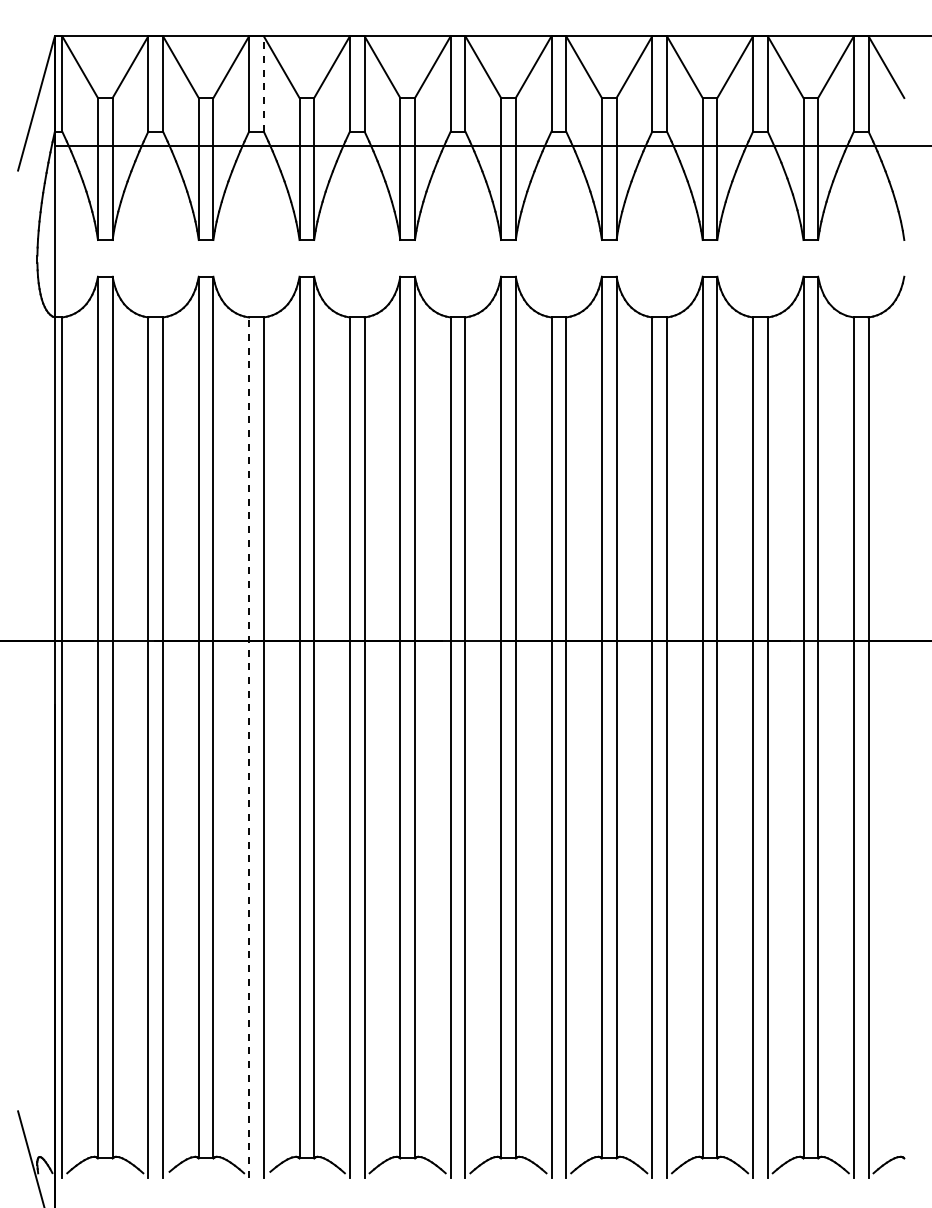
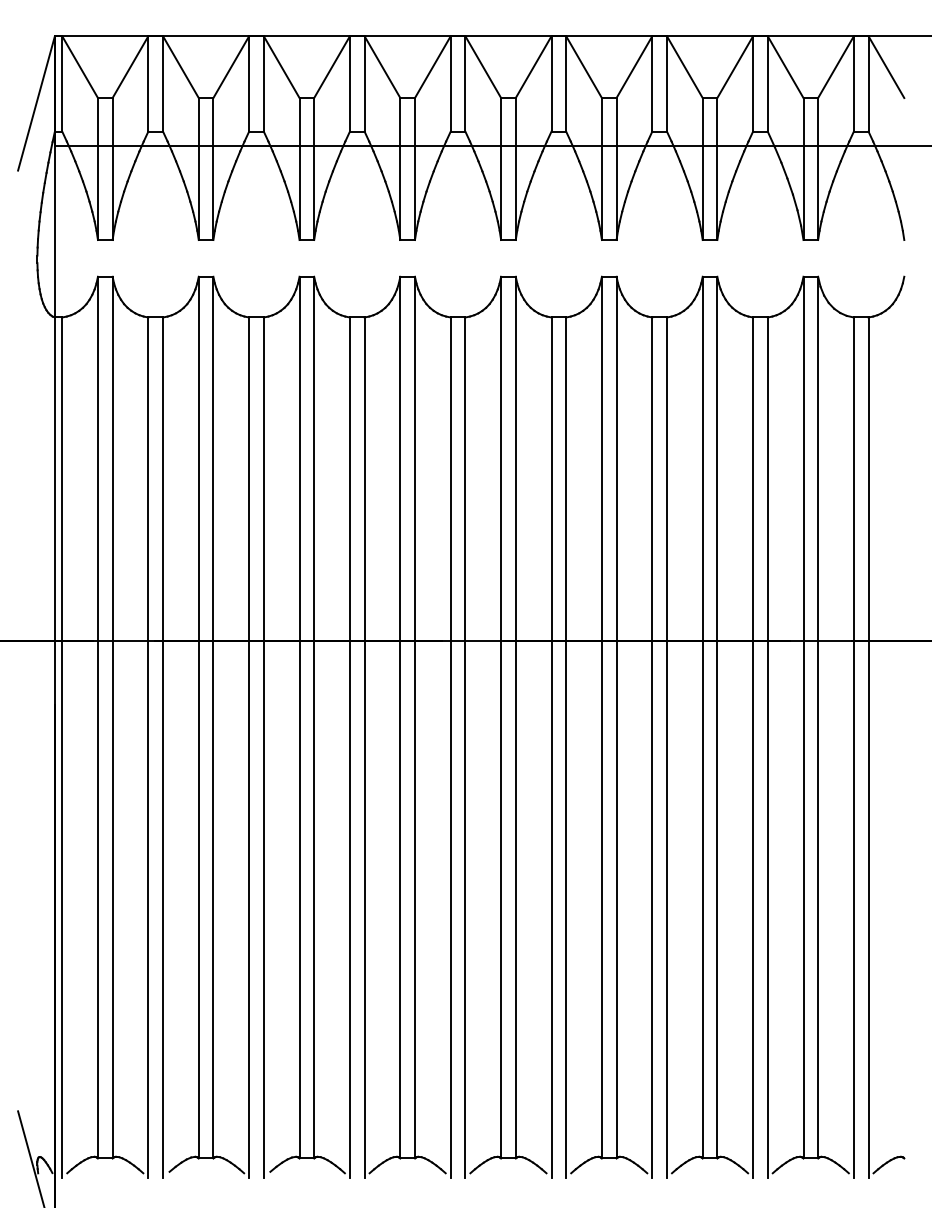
line at (263, 83): dashed -> solid
line at (249, 747): dashed -> solid
